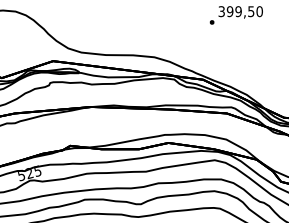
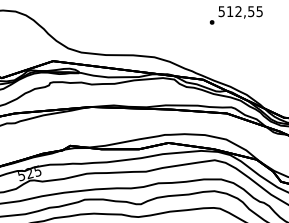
text at (240, 11): 399,50 -> 512,55
